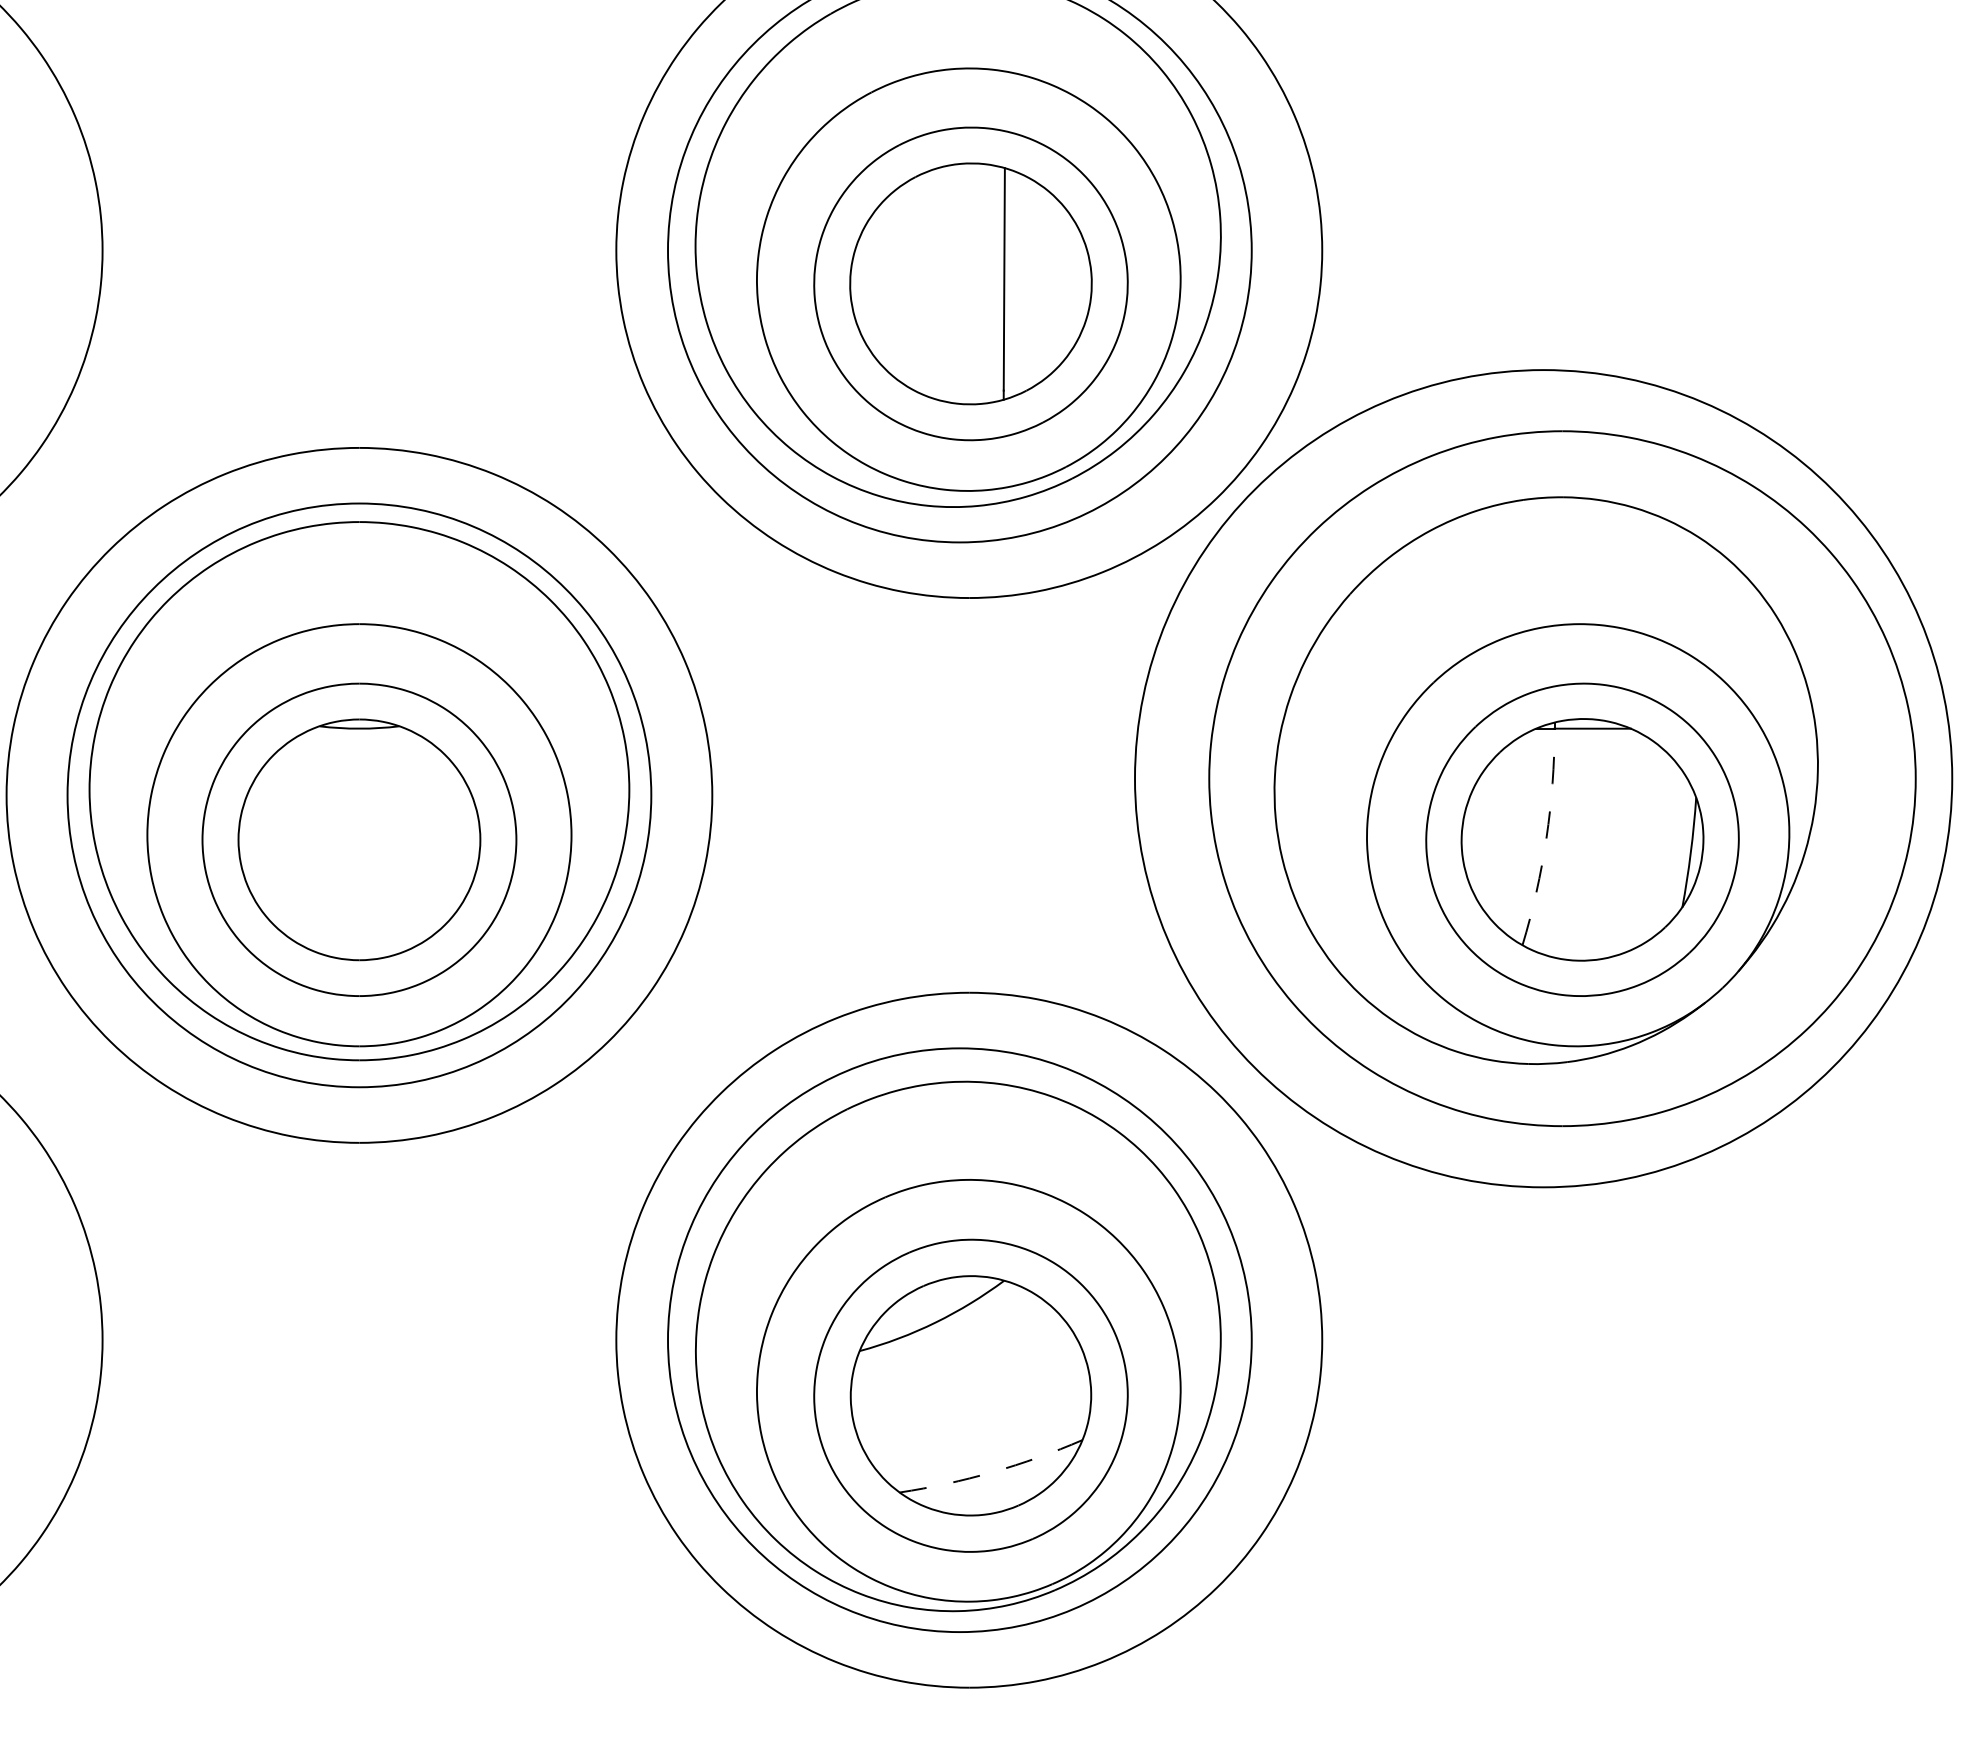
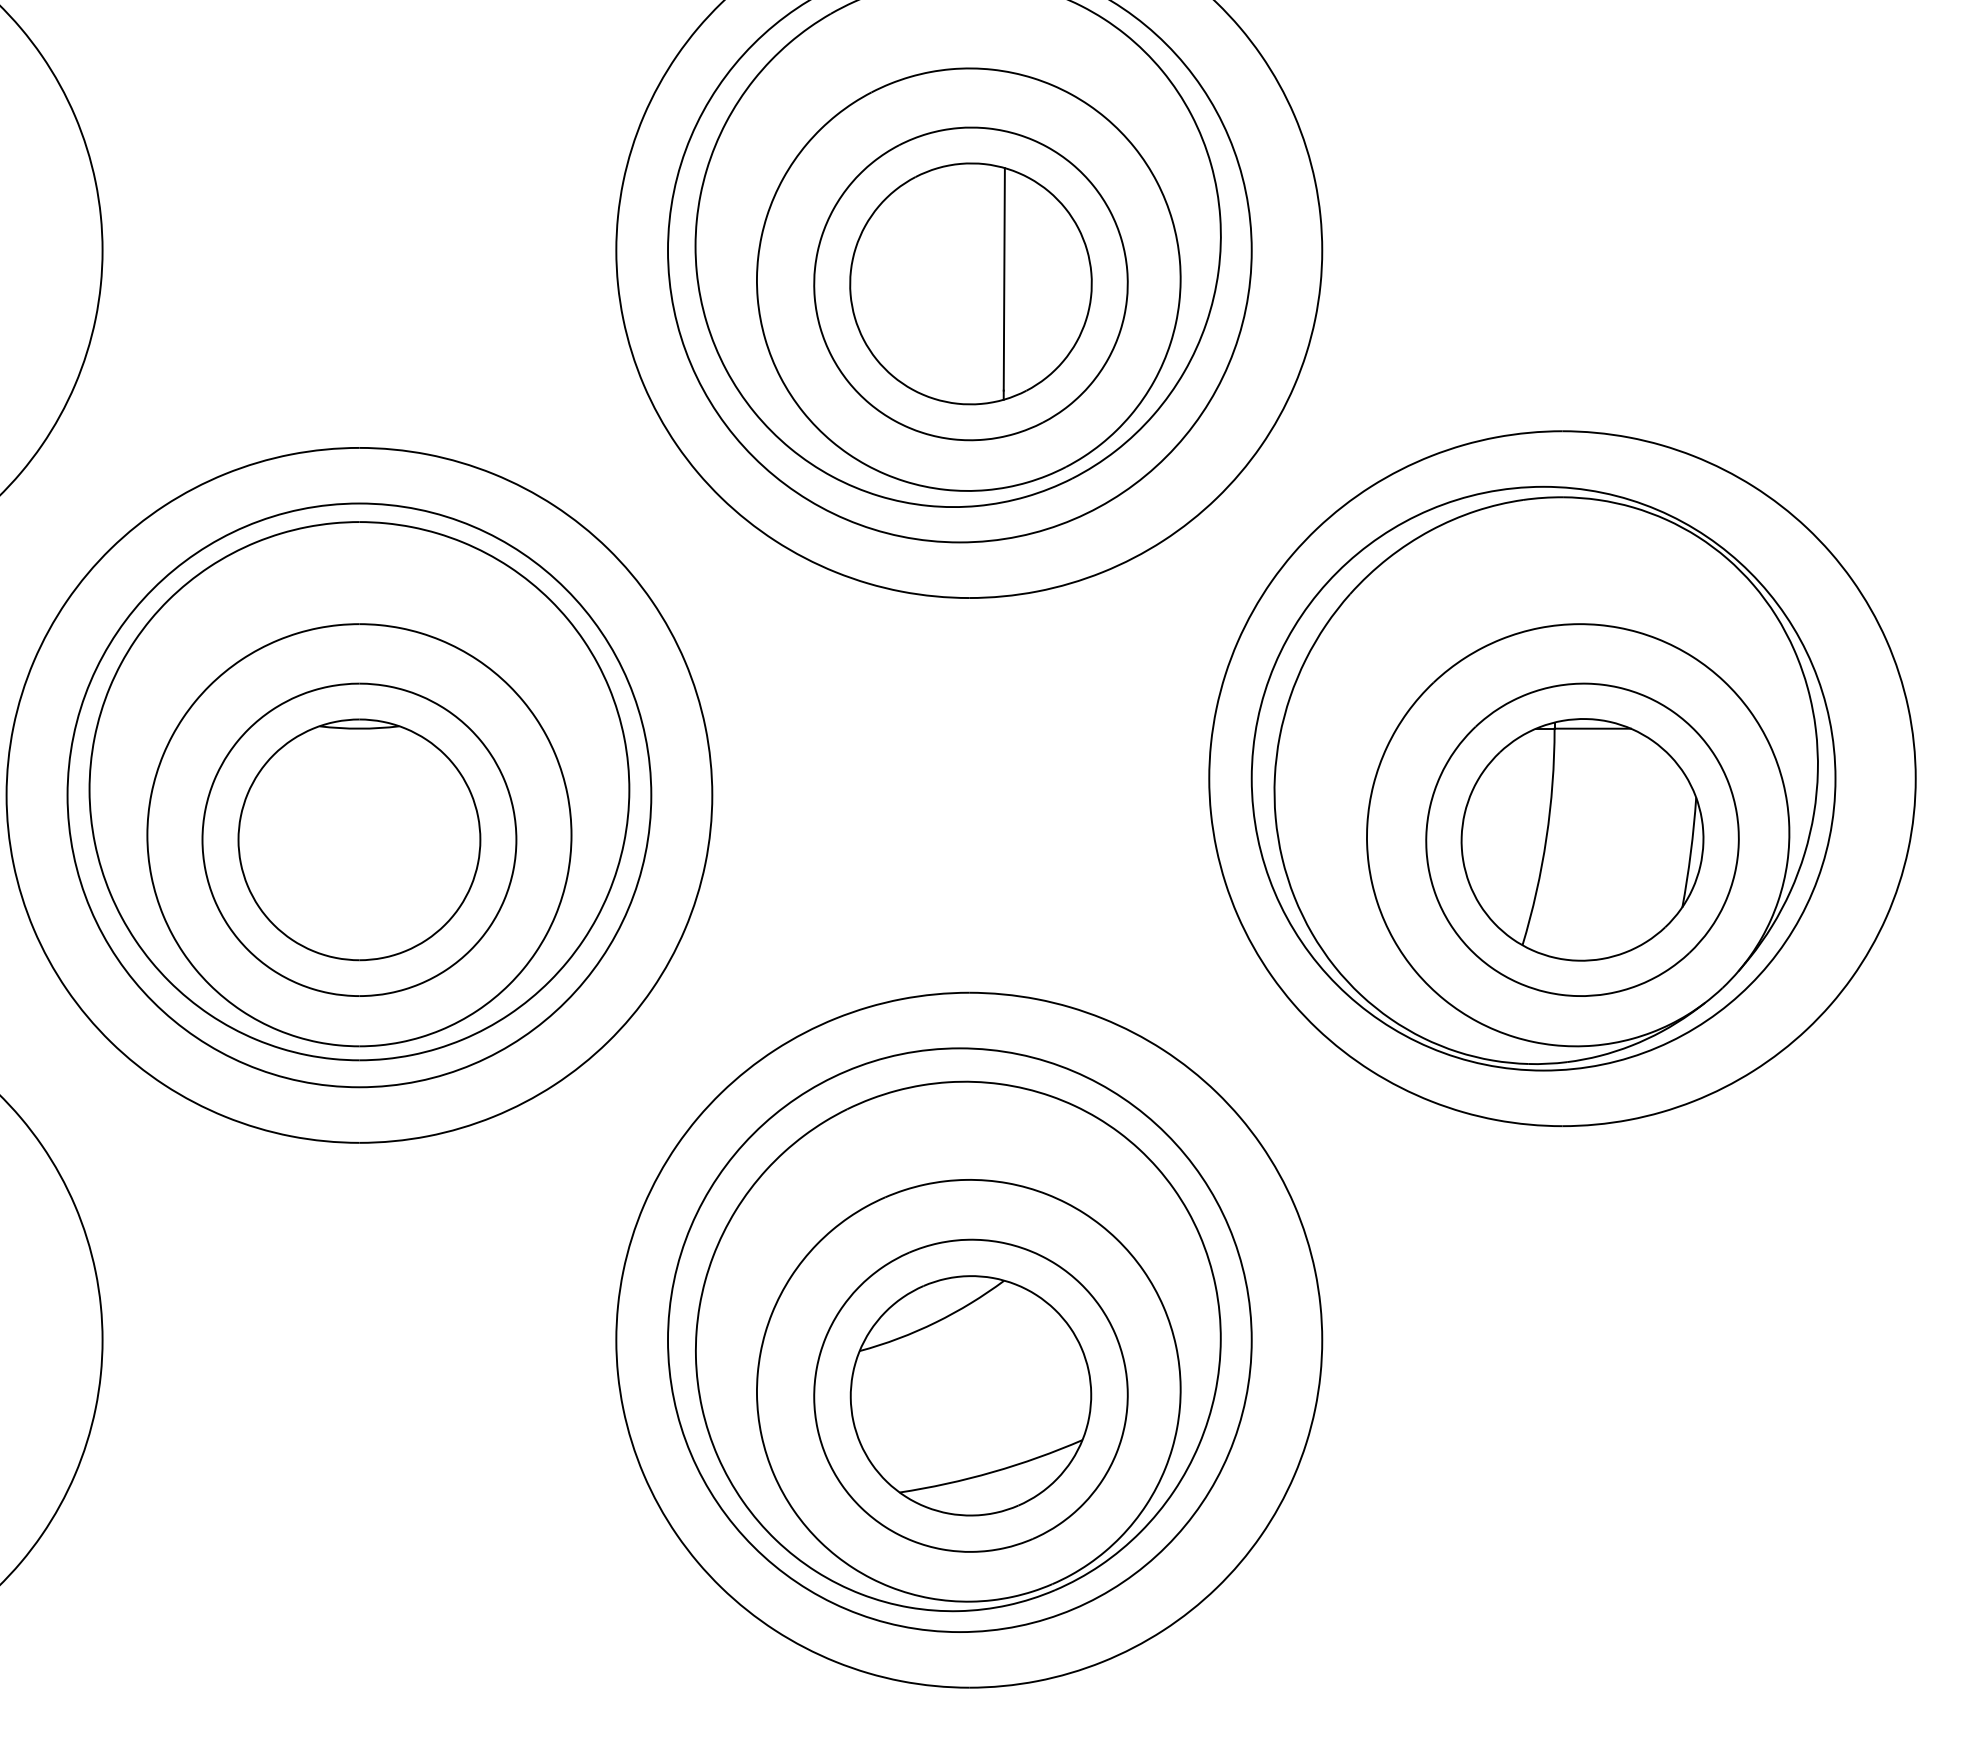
circle at (1543, 778) diameter: 817 px -> 584 px
arc at (1546, 838): dashed -> solid
arc at (992, 1472): dashed -> solid
